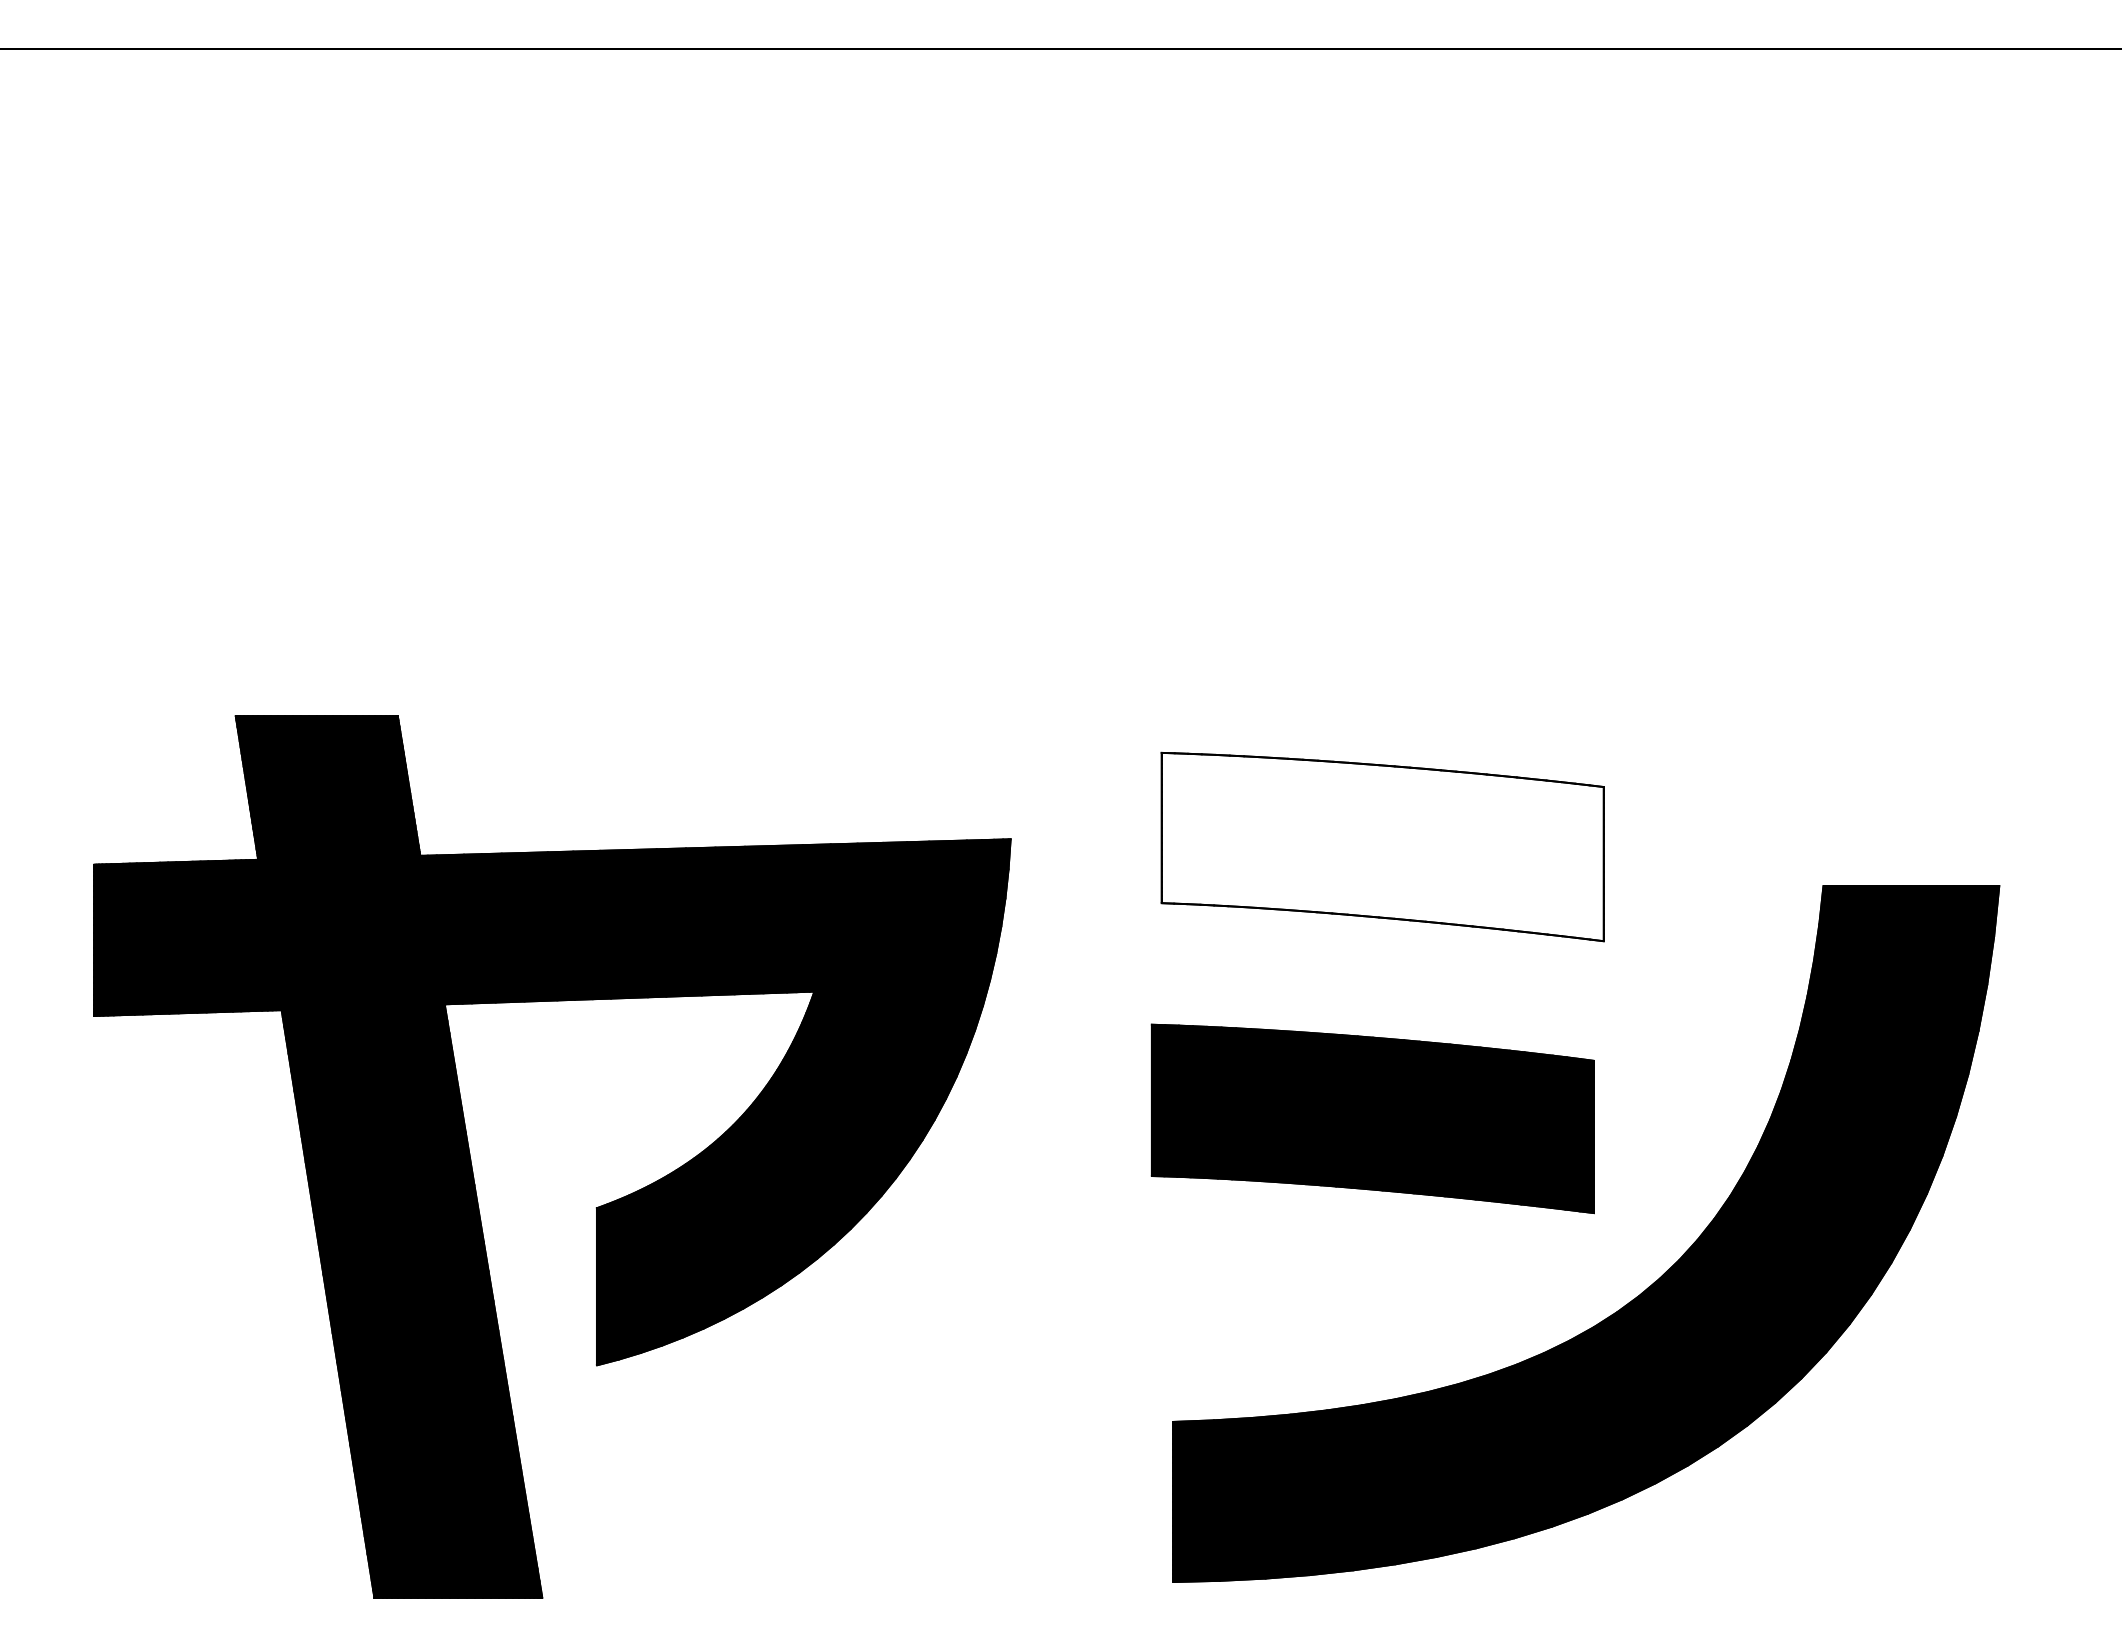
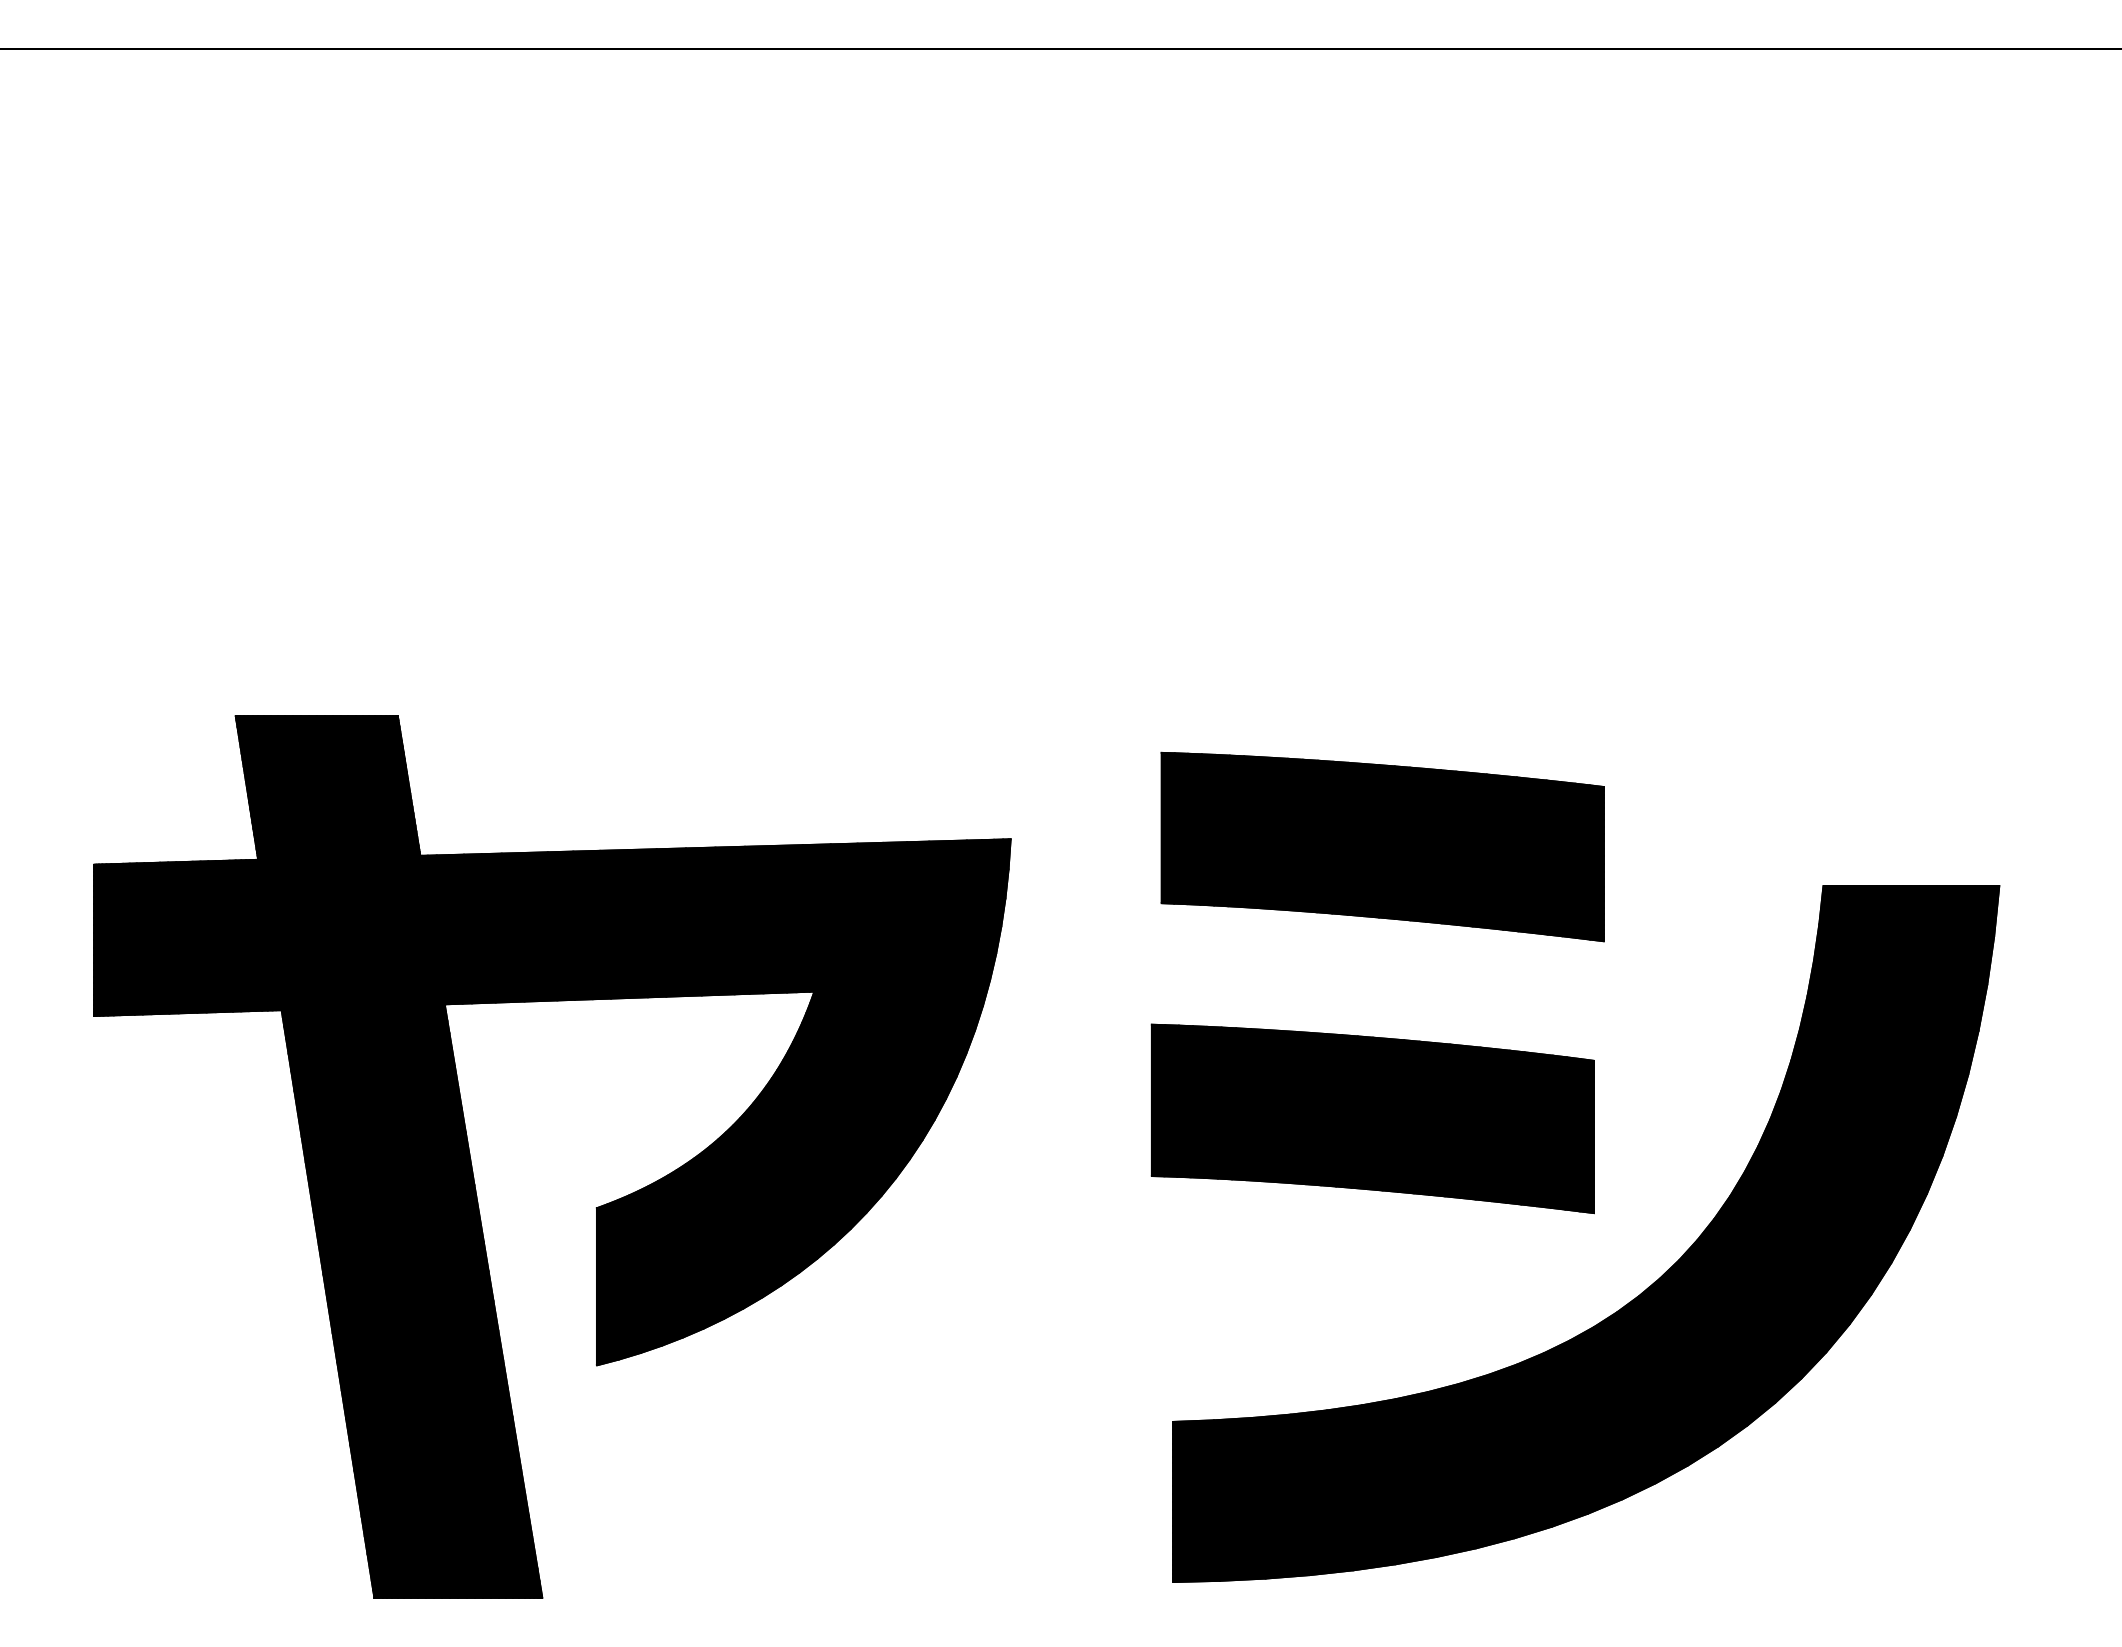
fill at (1382, 846): none -> present
